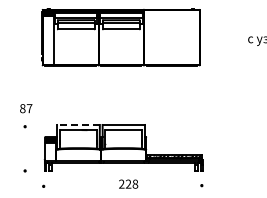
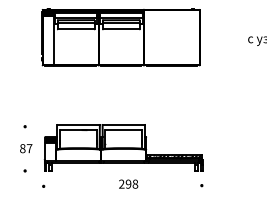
text at (26, 108) position: (26, 108) -> (26, 148)
line at (78, 124): dashed -> solid
text at (128, 184): 228 -> 298
